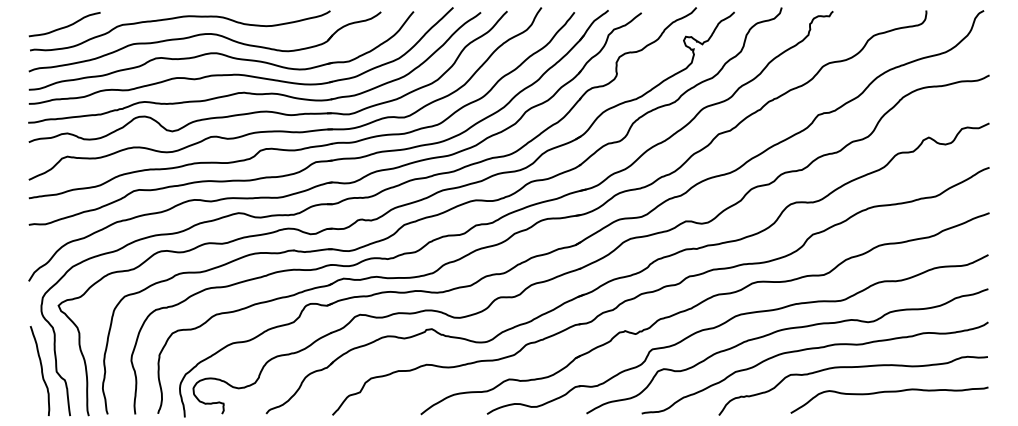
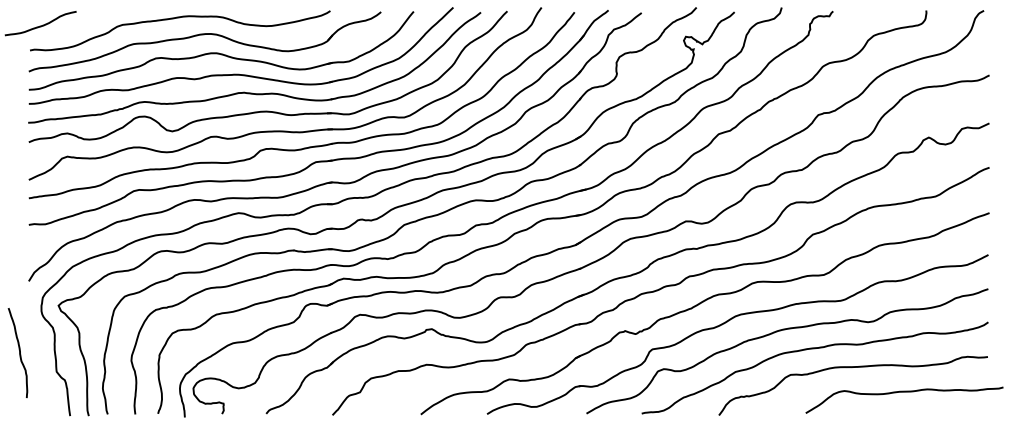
curve at (64, 26) position: (64, 26) -> (40, 25)
curve at (41, 370) position: (41, 370) -> (19, 352)
curve at (889, 392) position: (889, 392) -> (904, 392)
